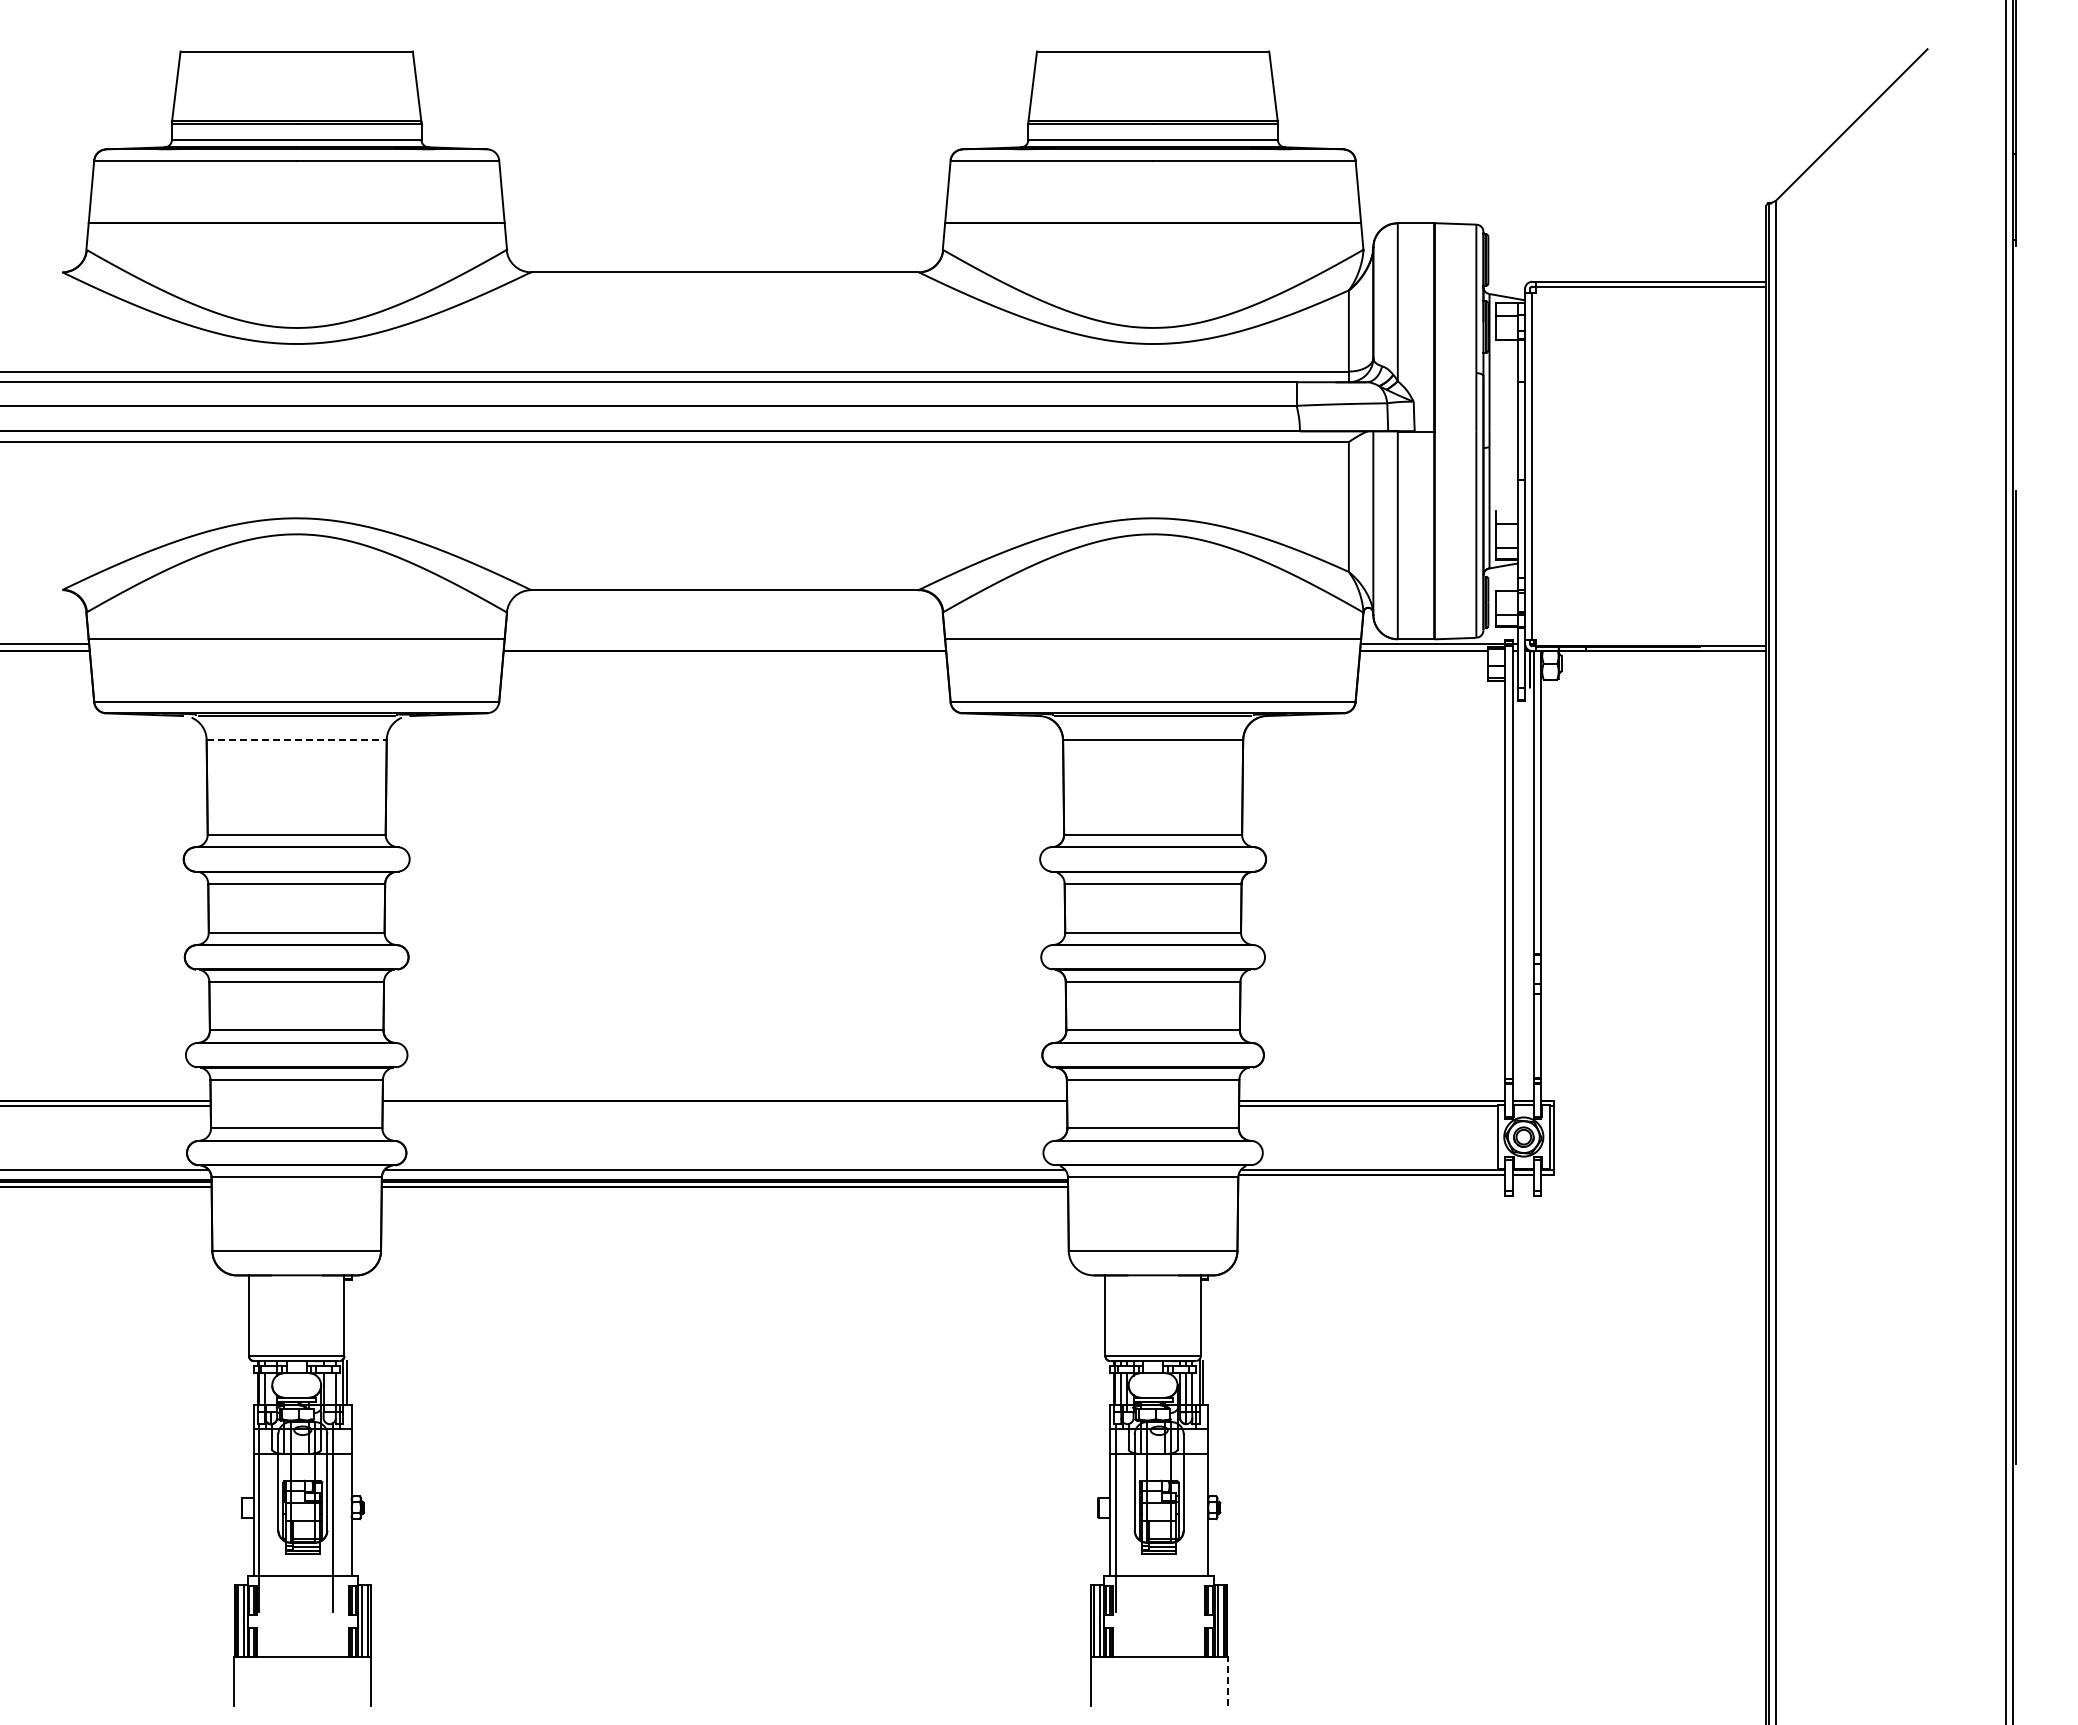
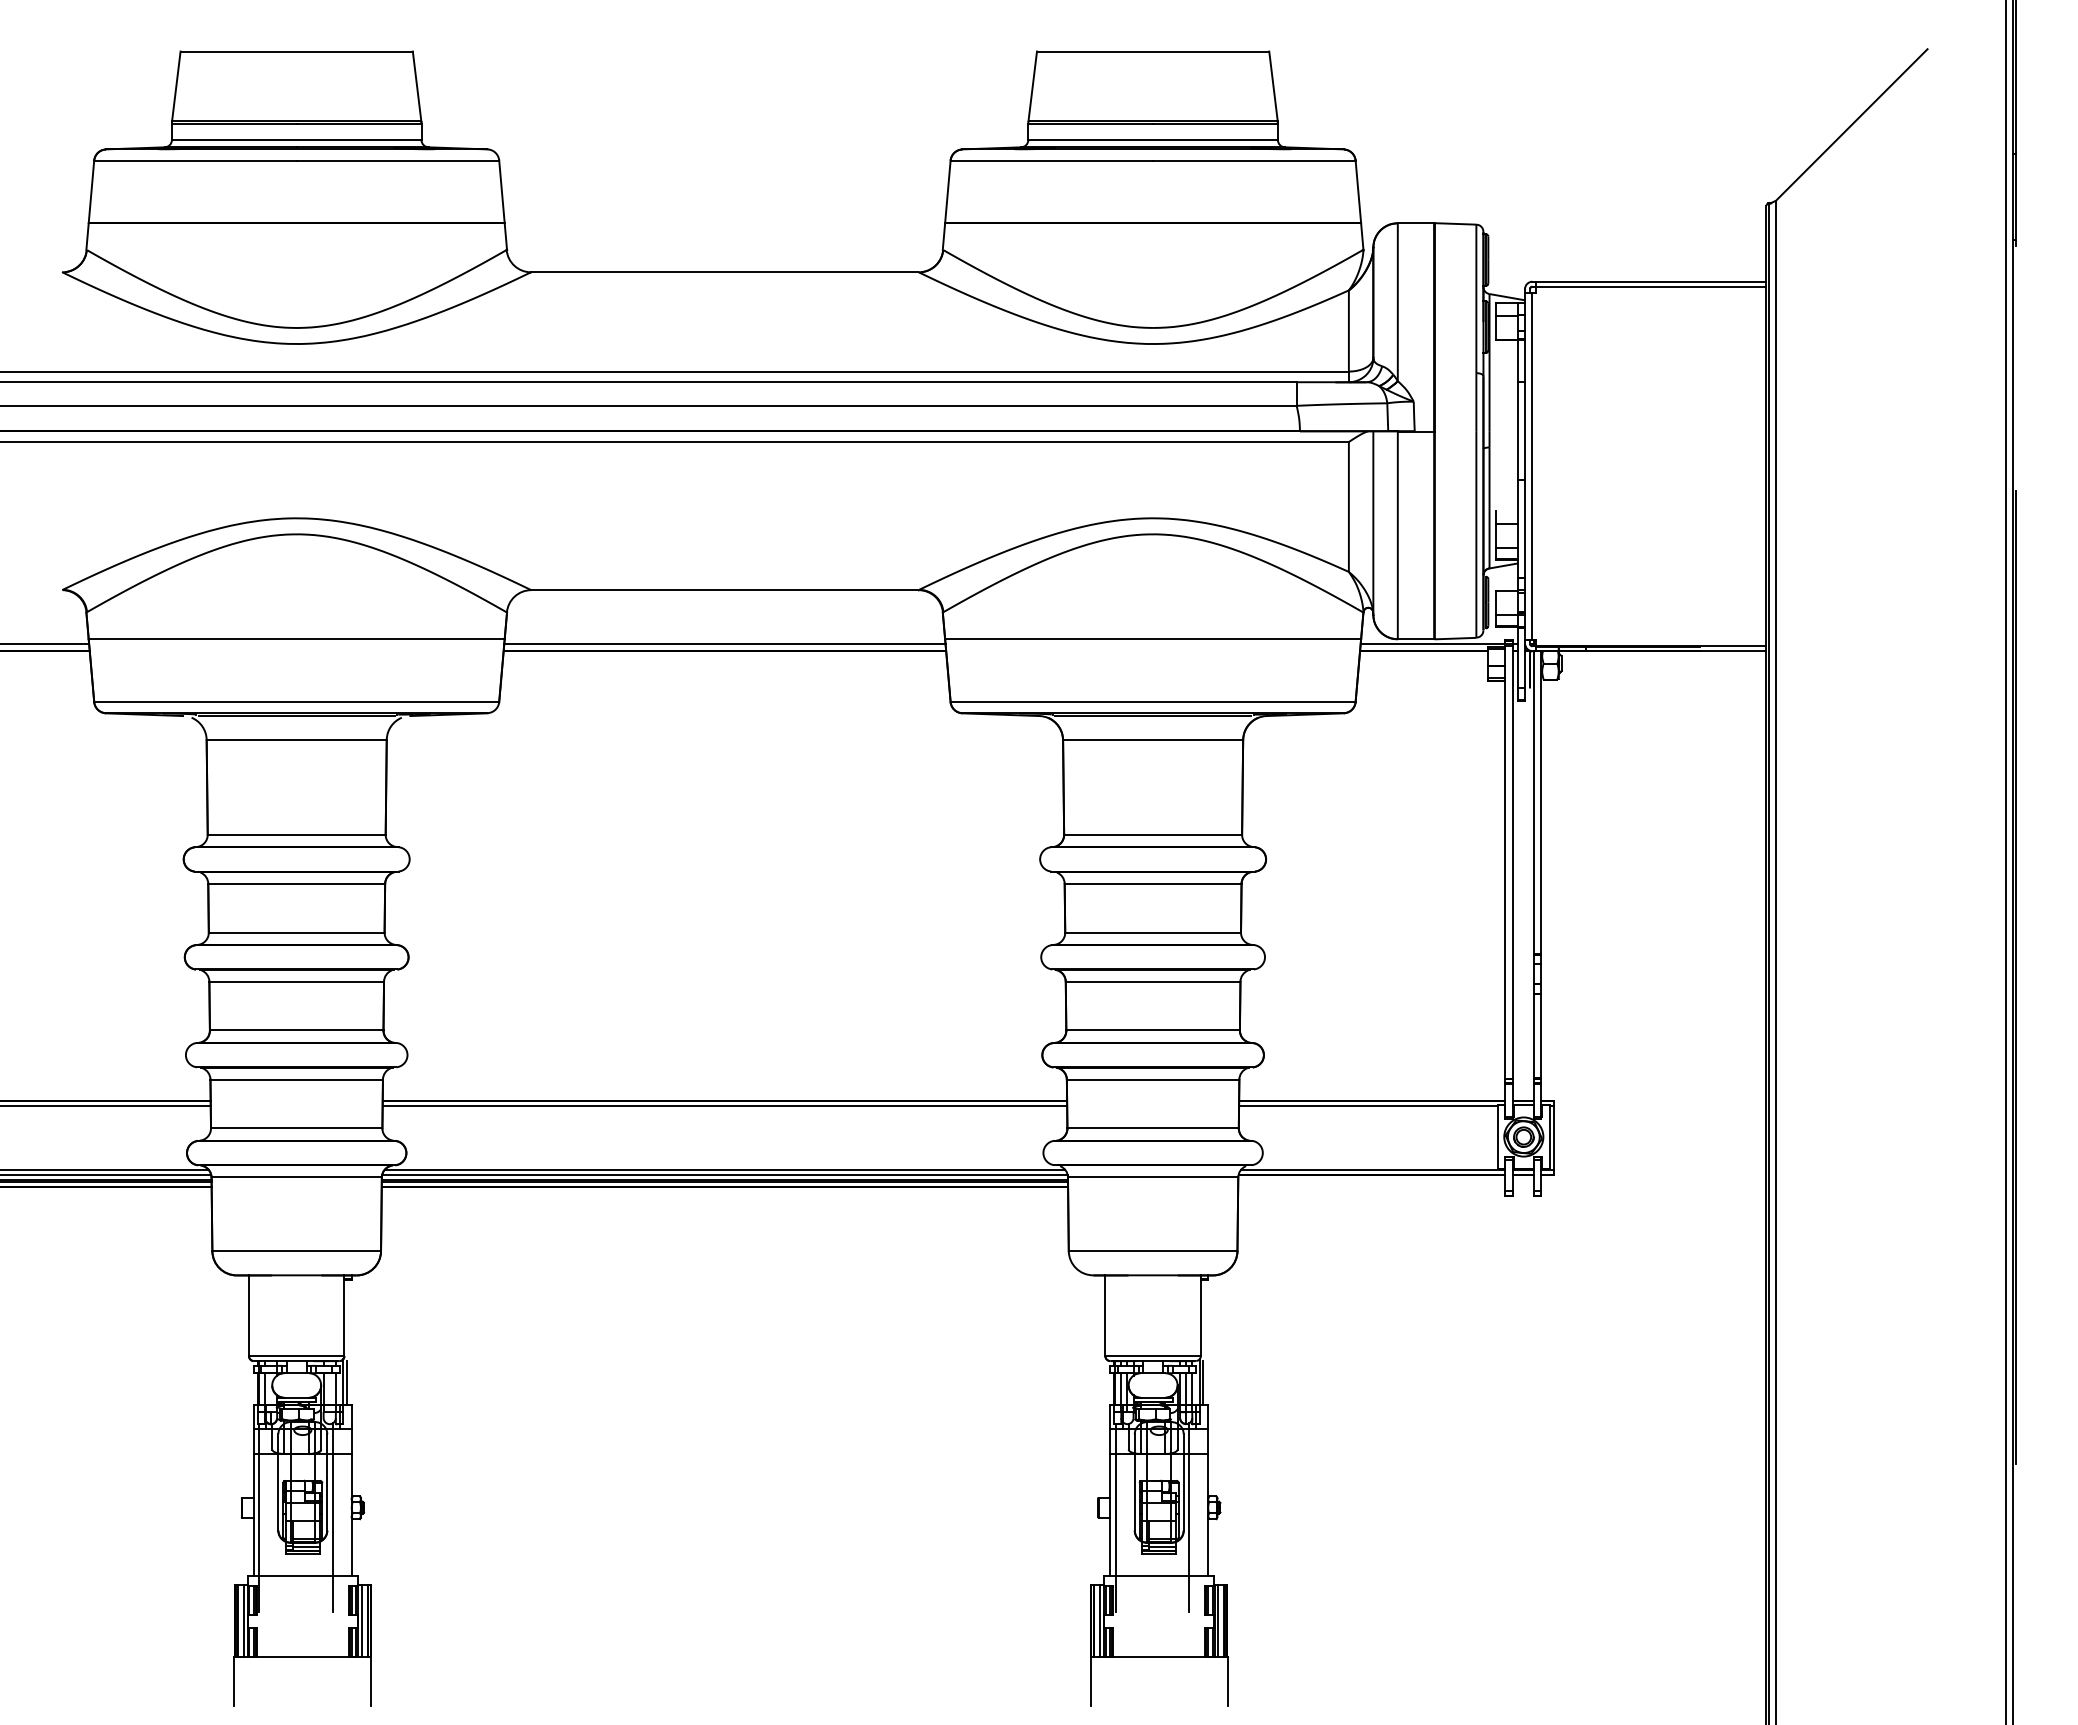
line at (724, 643): none -> present
line at (297, 740): dashed -> solid
line at (724, 1106): none -> present
line at (106, 1174): none -> present
line at (724, 1174): none -> present
line at (1189, 1517): none -> present
line at (1227, 1680): dashed -> solid
